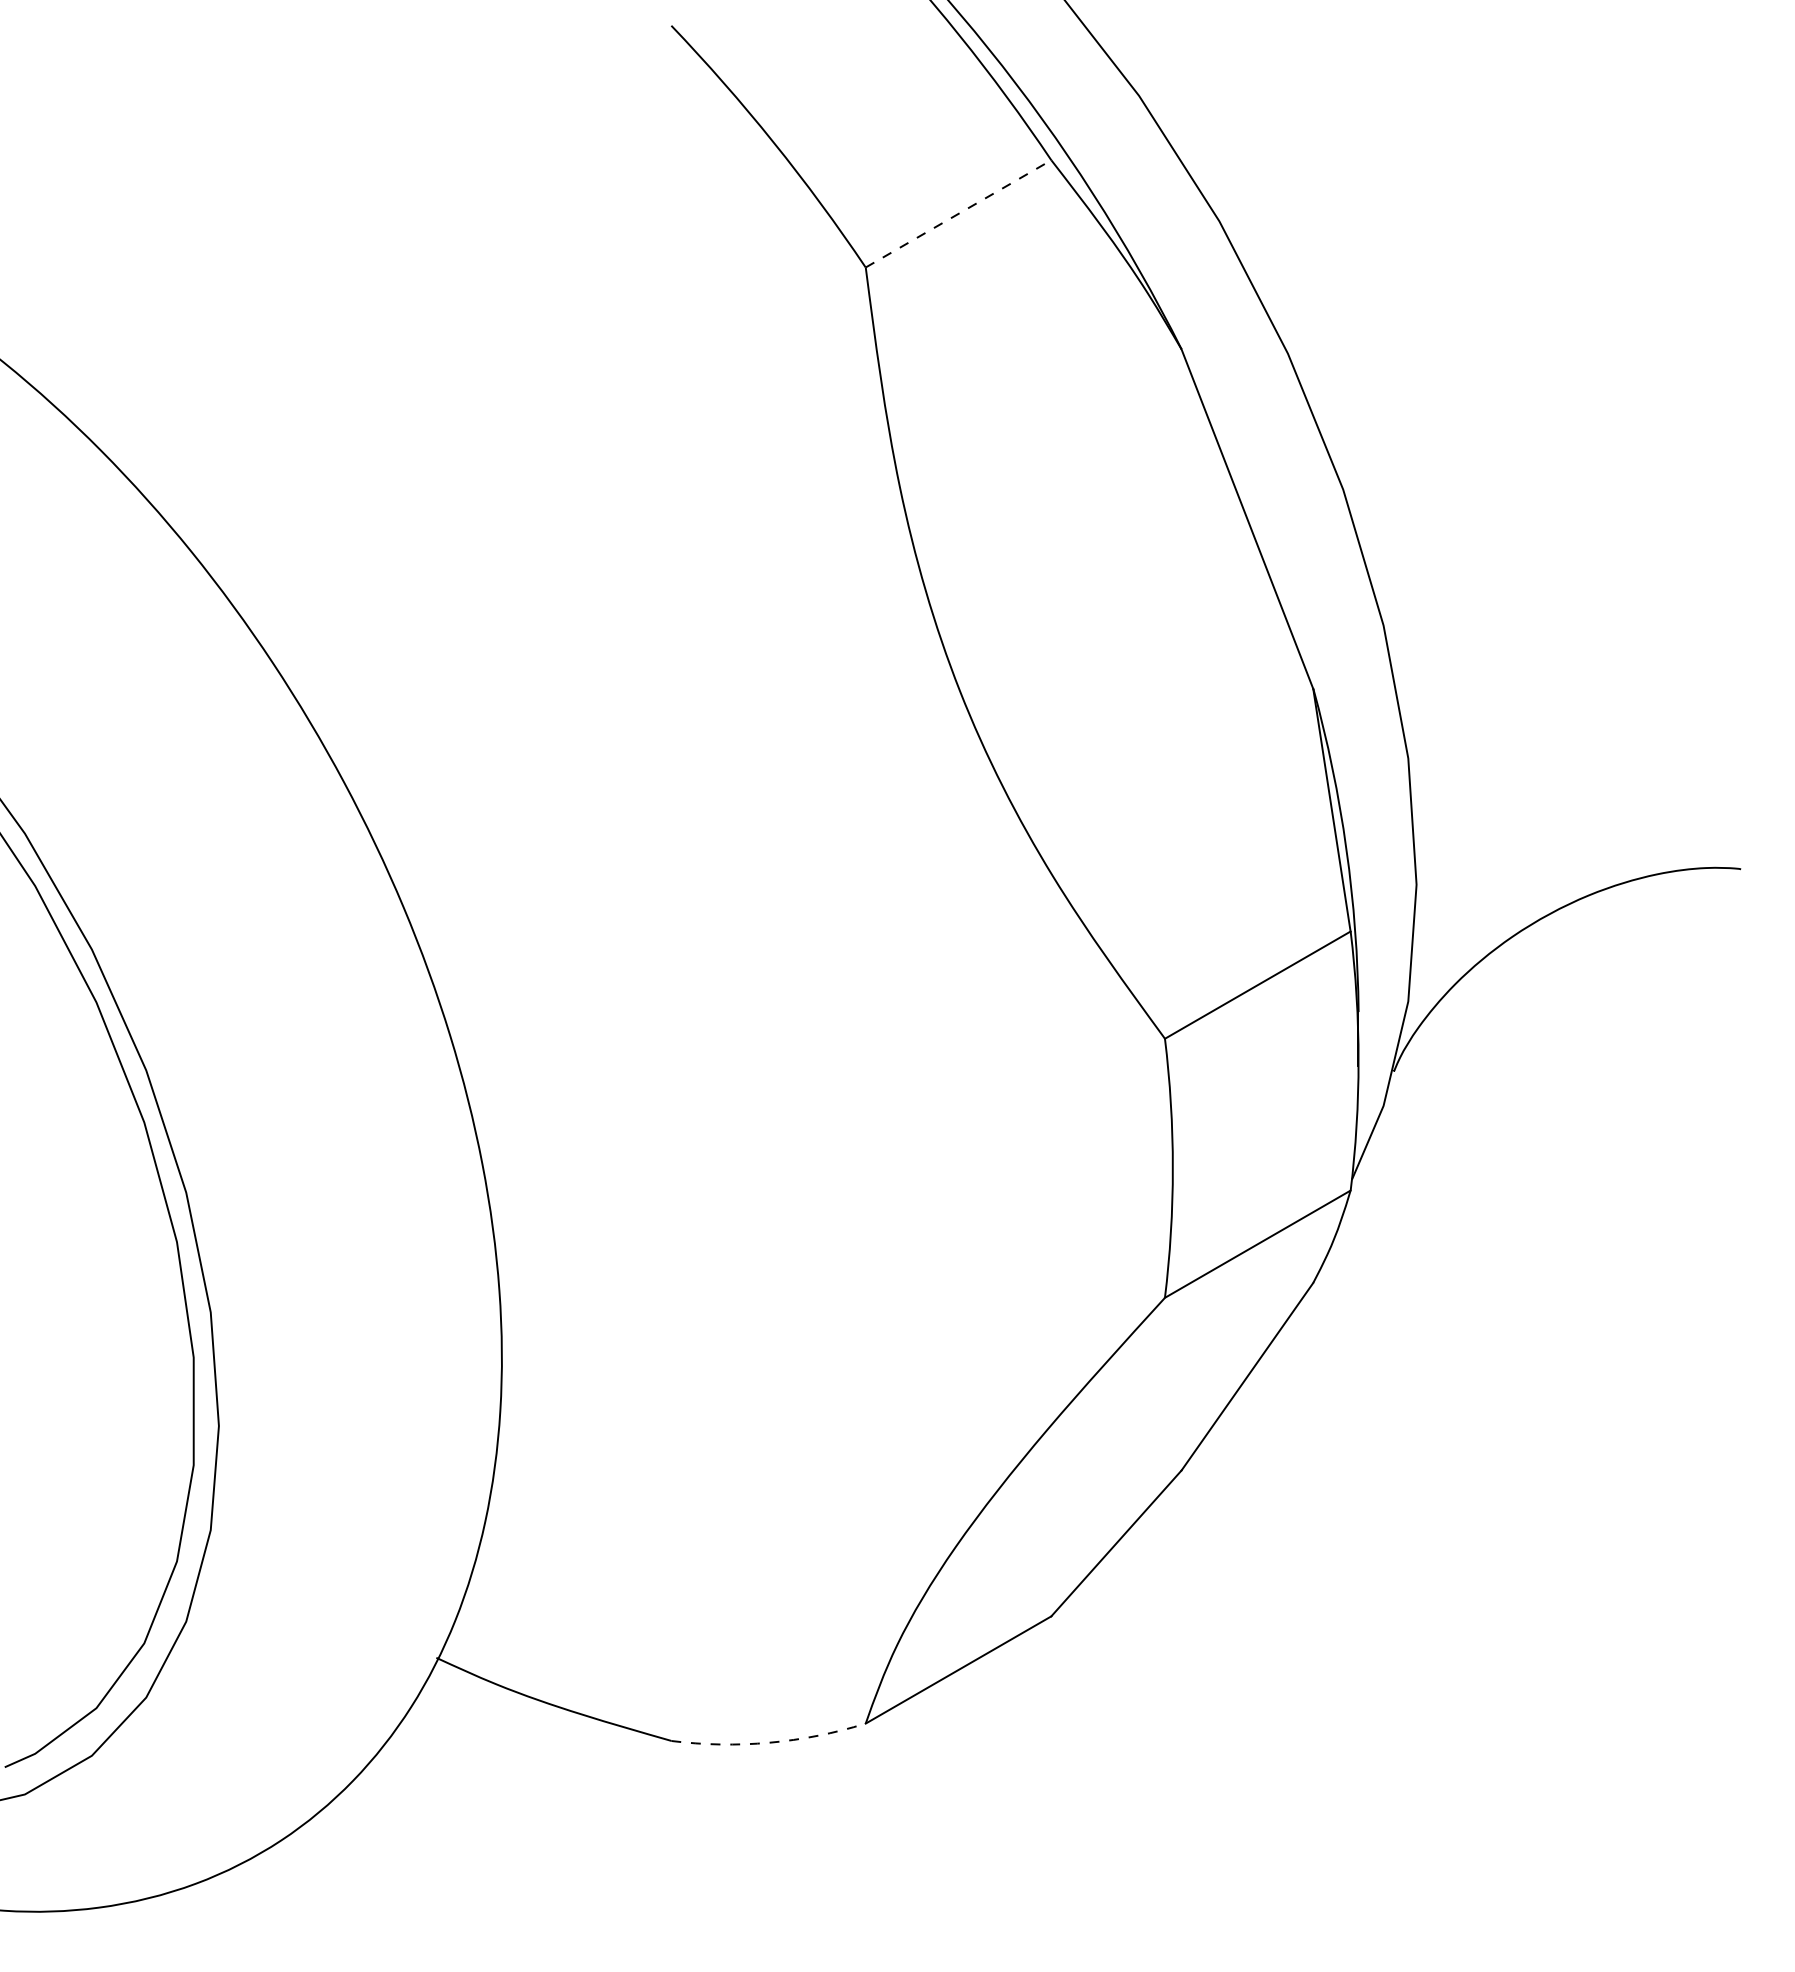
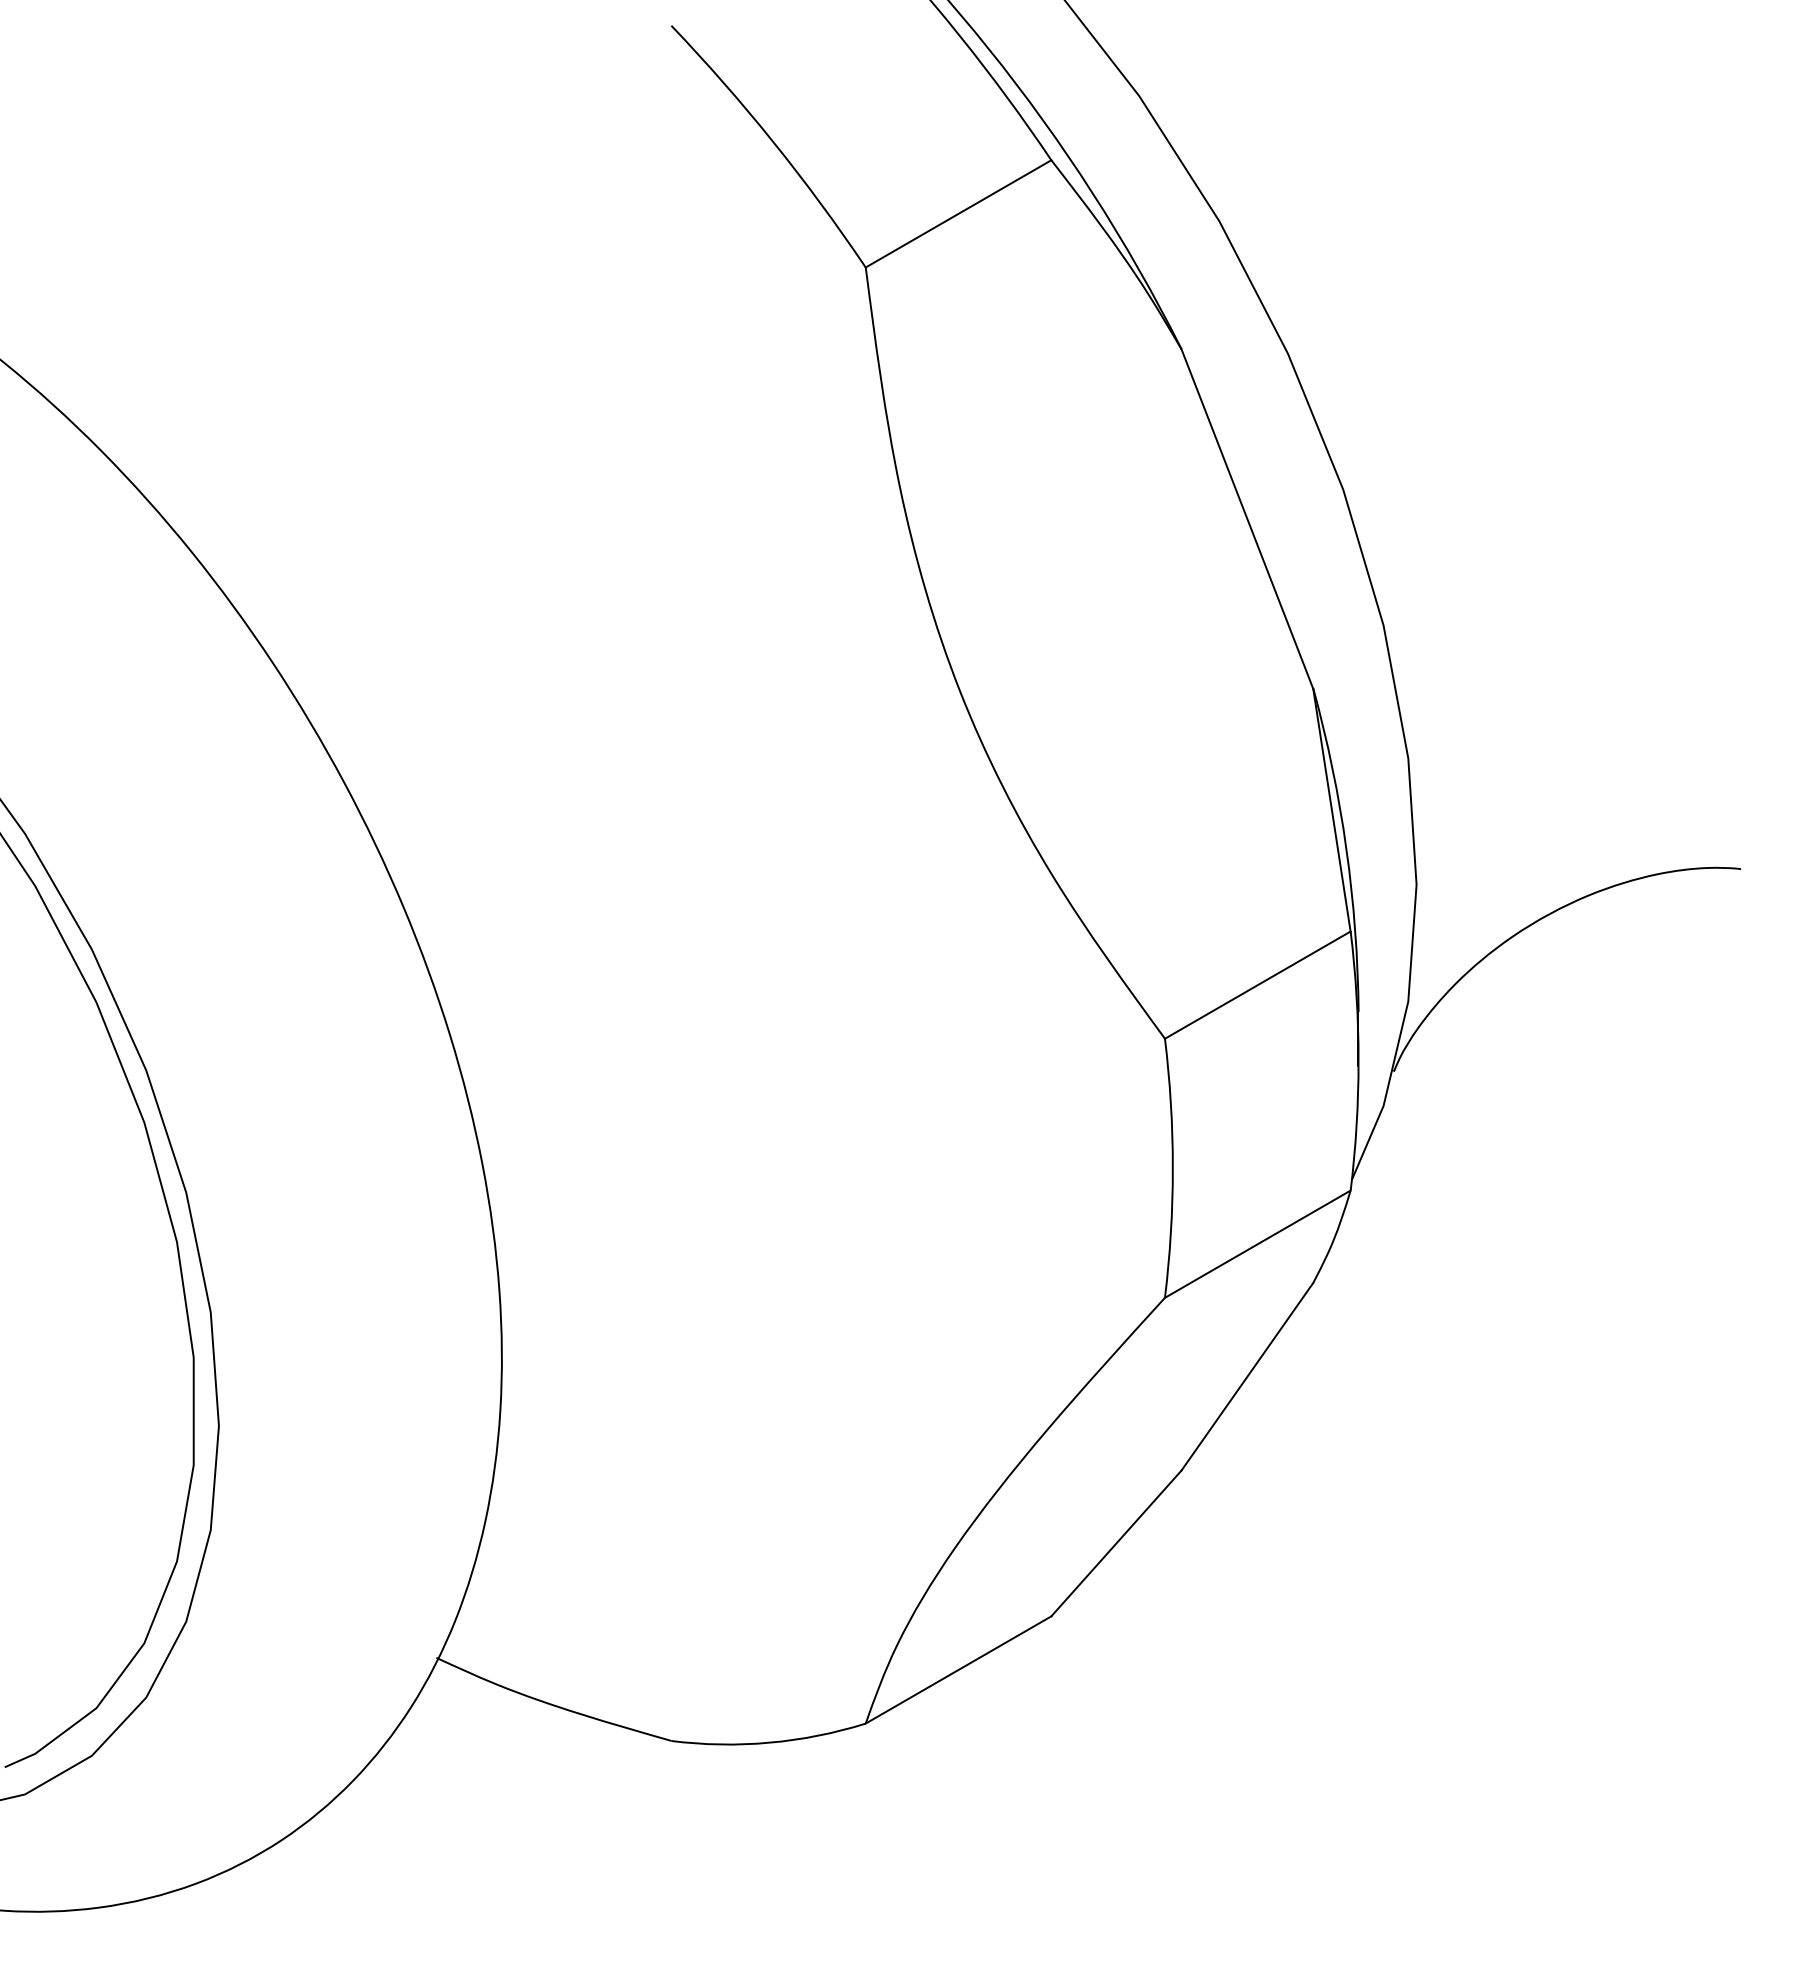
line at (958, 213): dashed -> solid
arc at (769, 1742): dashed -> solid
